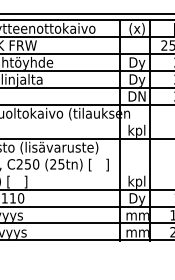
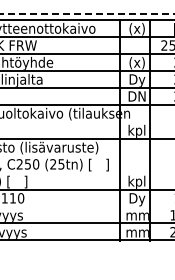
line at (87, 13): solid -> dashed
text at (137, 63): Dy -> (x)
line at (86, 206): present -> none
